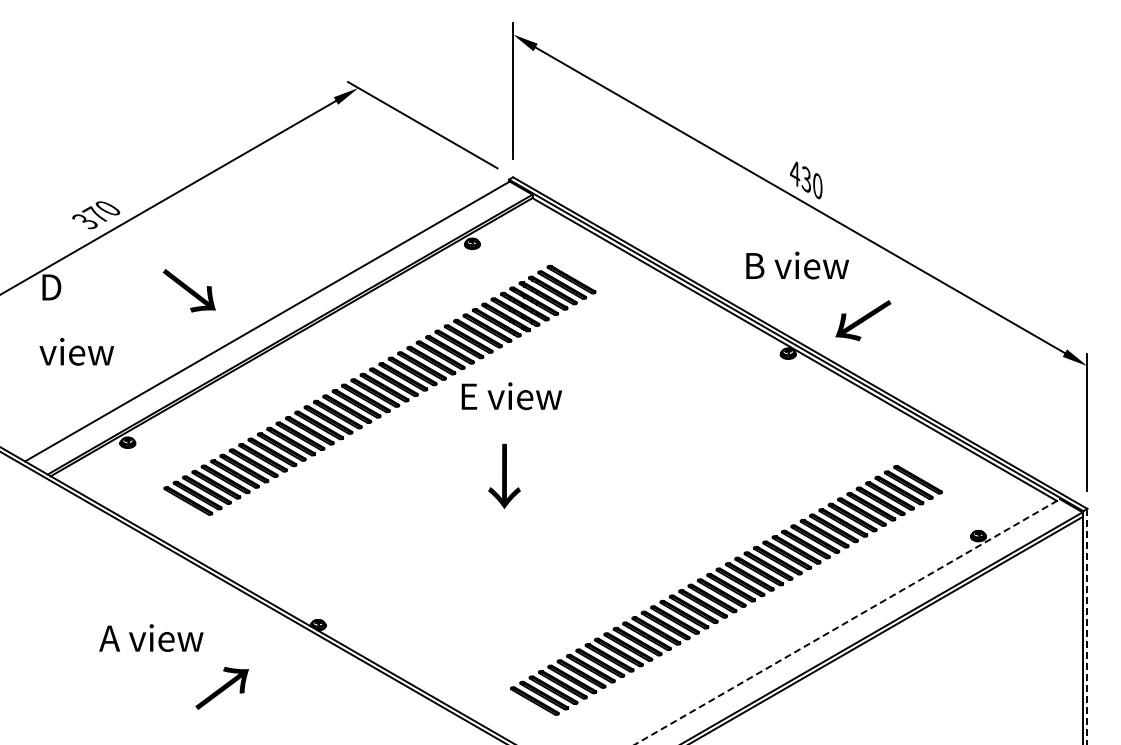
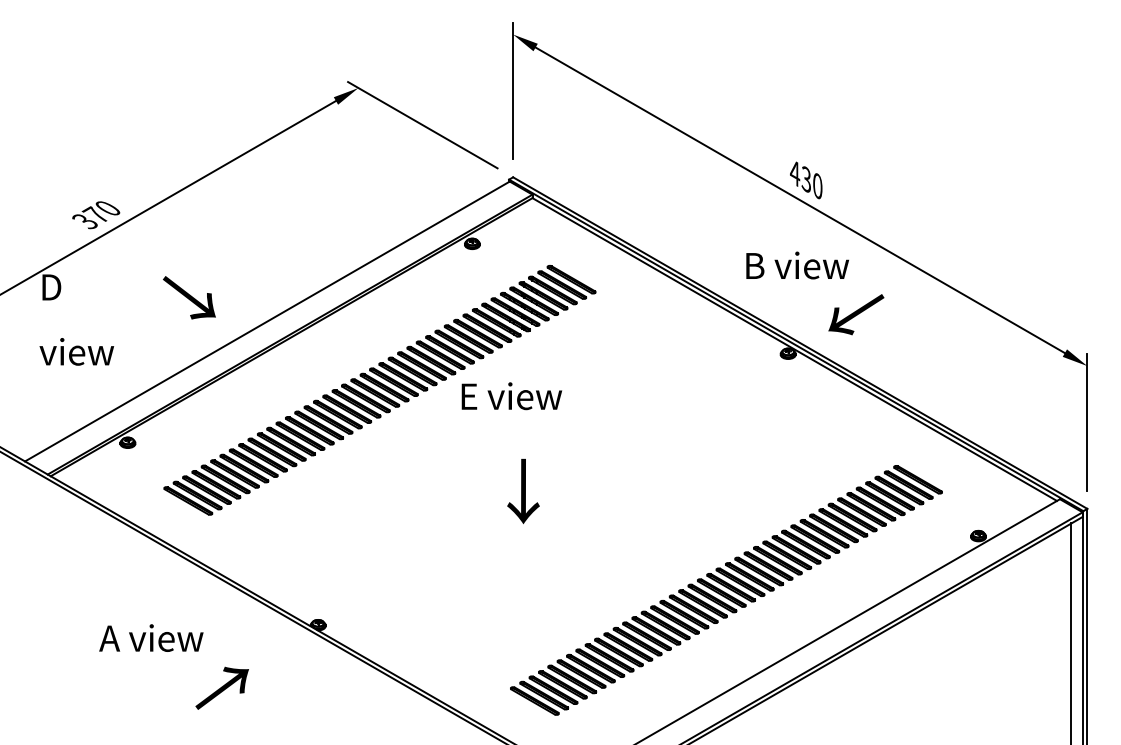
text at (189, 290) position: (189, 290) -> (189, 297)
text at (863, 320) position: (863, 320) -> (856, 314)
text at (504, 476) position: (504, 476) -> (523, 491)
line at (847, 621): dashed -> solid
line at (1087, 626): dashed -> solid
line at (1071, 632): none -> present
